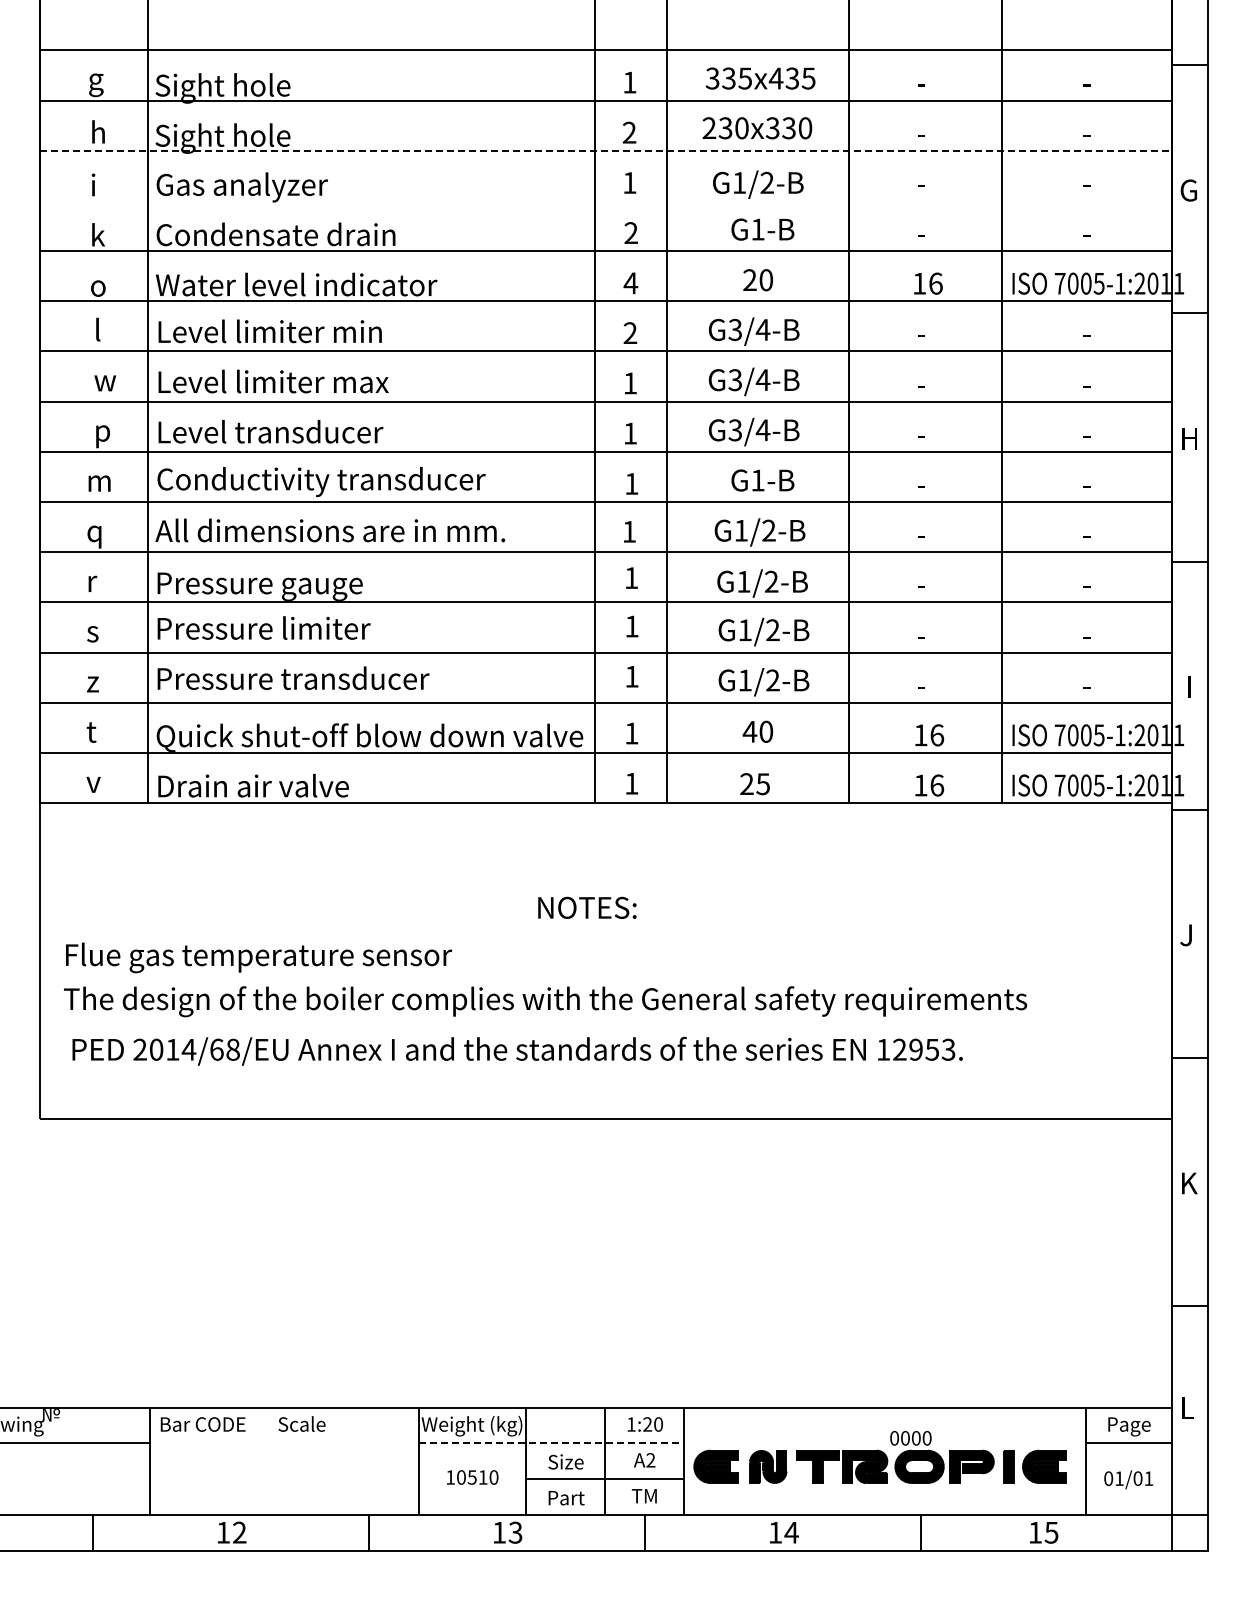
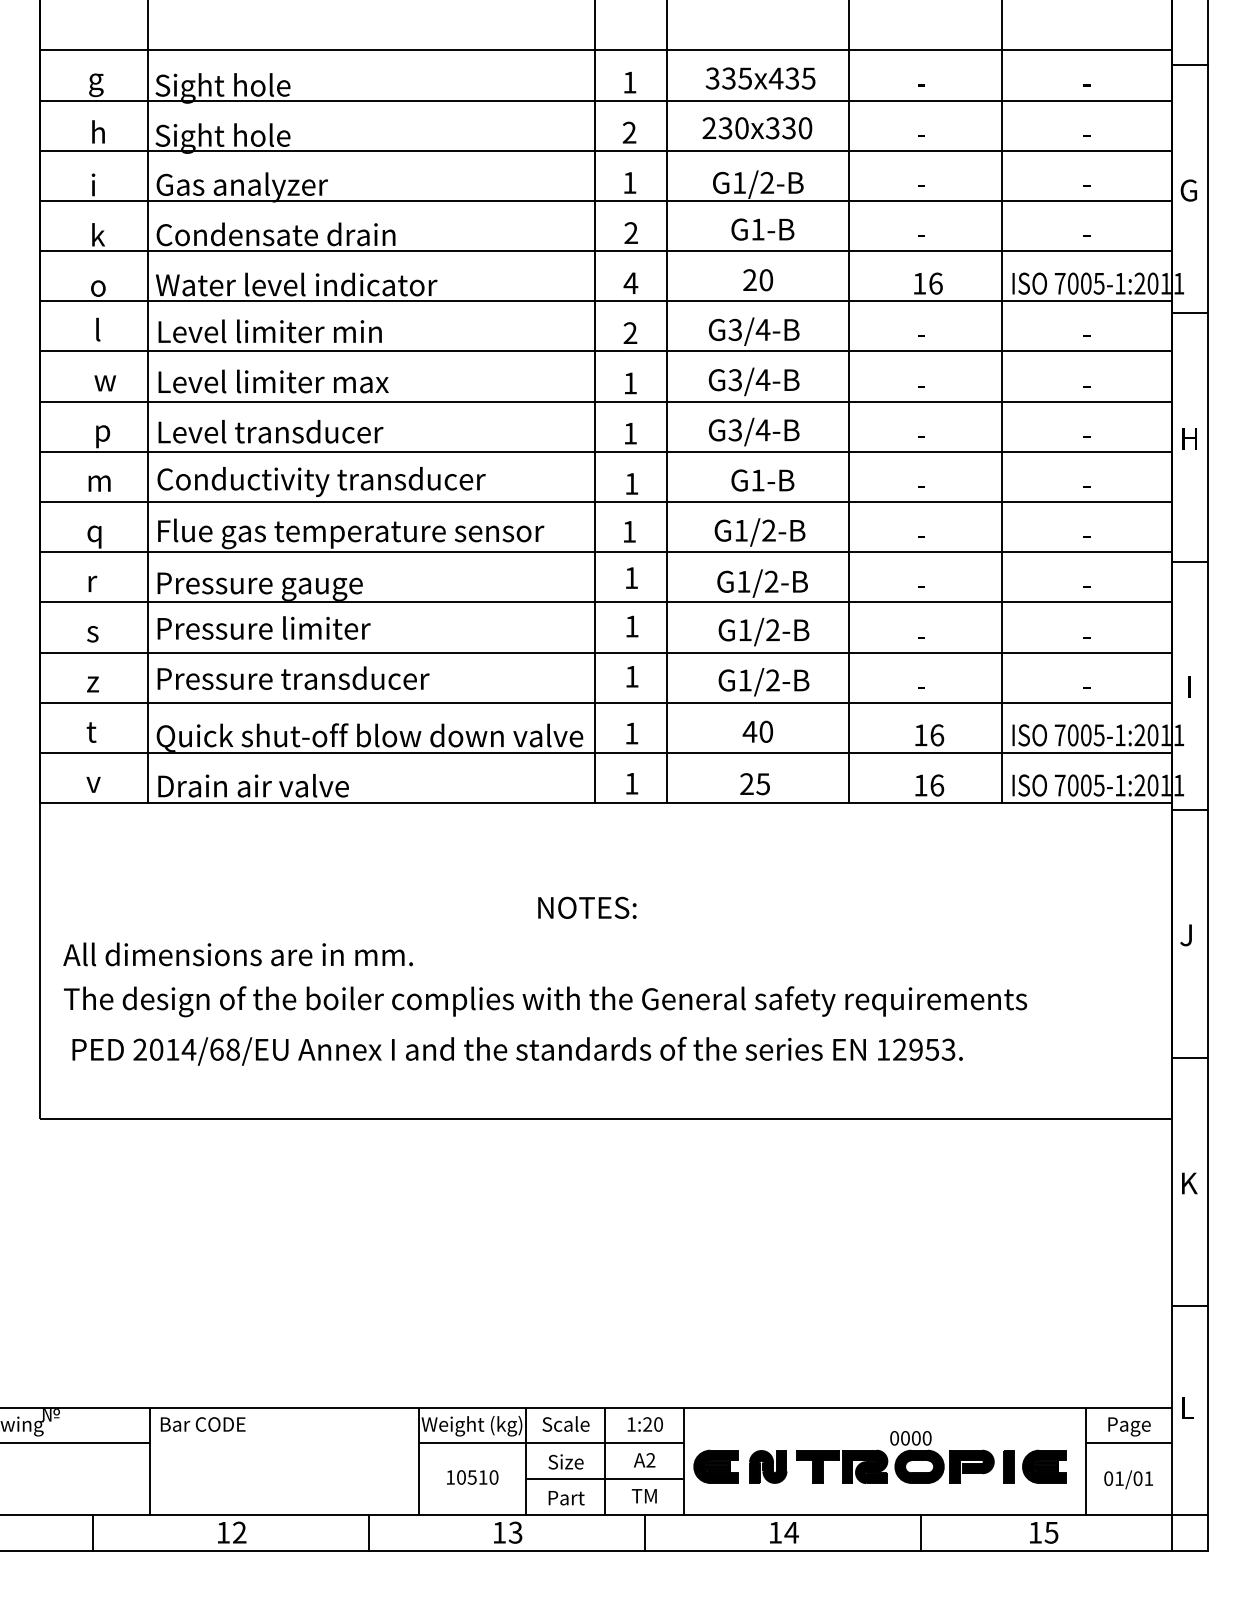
line at (606, 150): dashed -> solid
line at (605, 200): none -> present
text at (349, 533): All dimensions are in mm. -> Flue gas temperature sensor
text at (257, 957): Flue gas temperature sensor -> All dimensions are in mm.
text at (301, 1423) position: (301, 1423) -> (565, 1423)
line at (551, 1443): dashed -> solid
